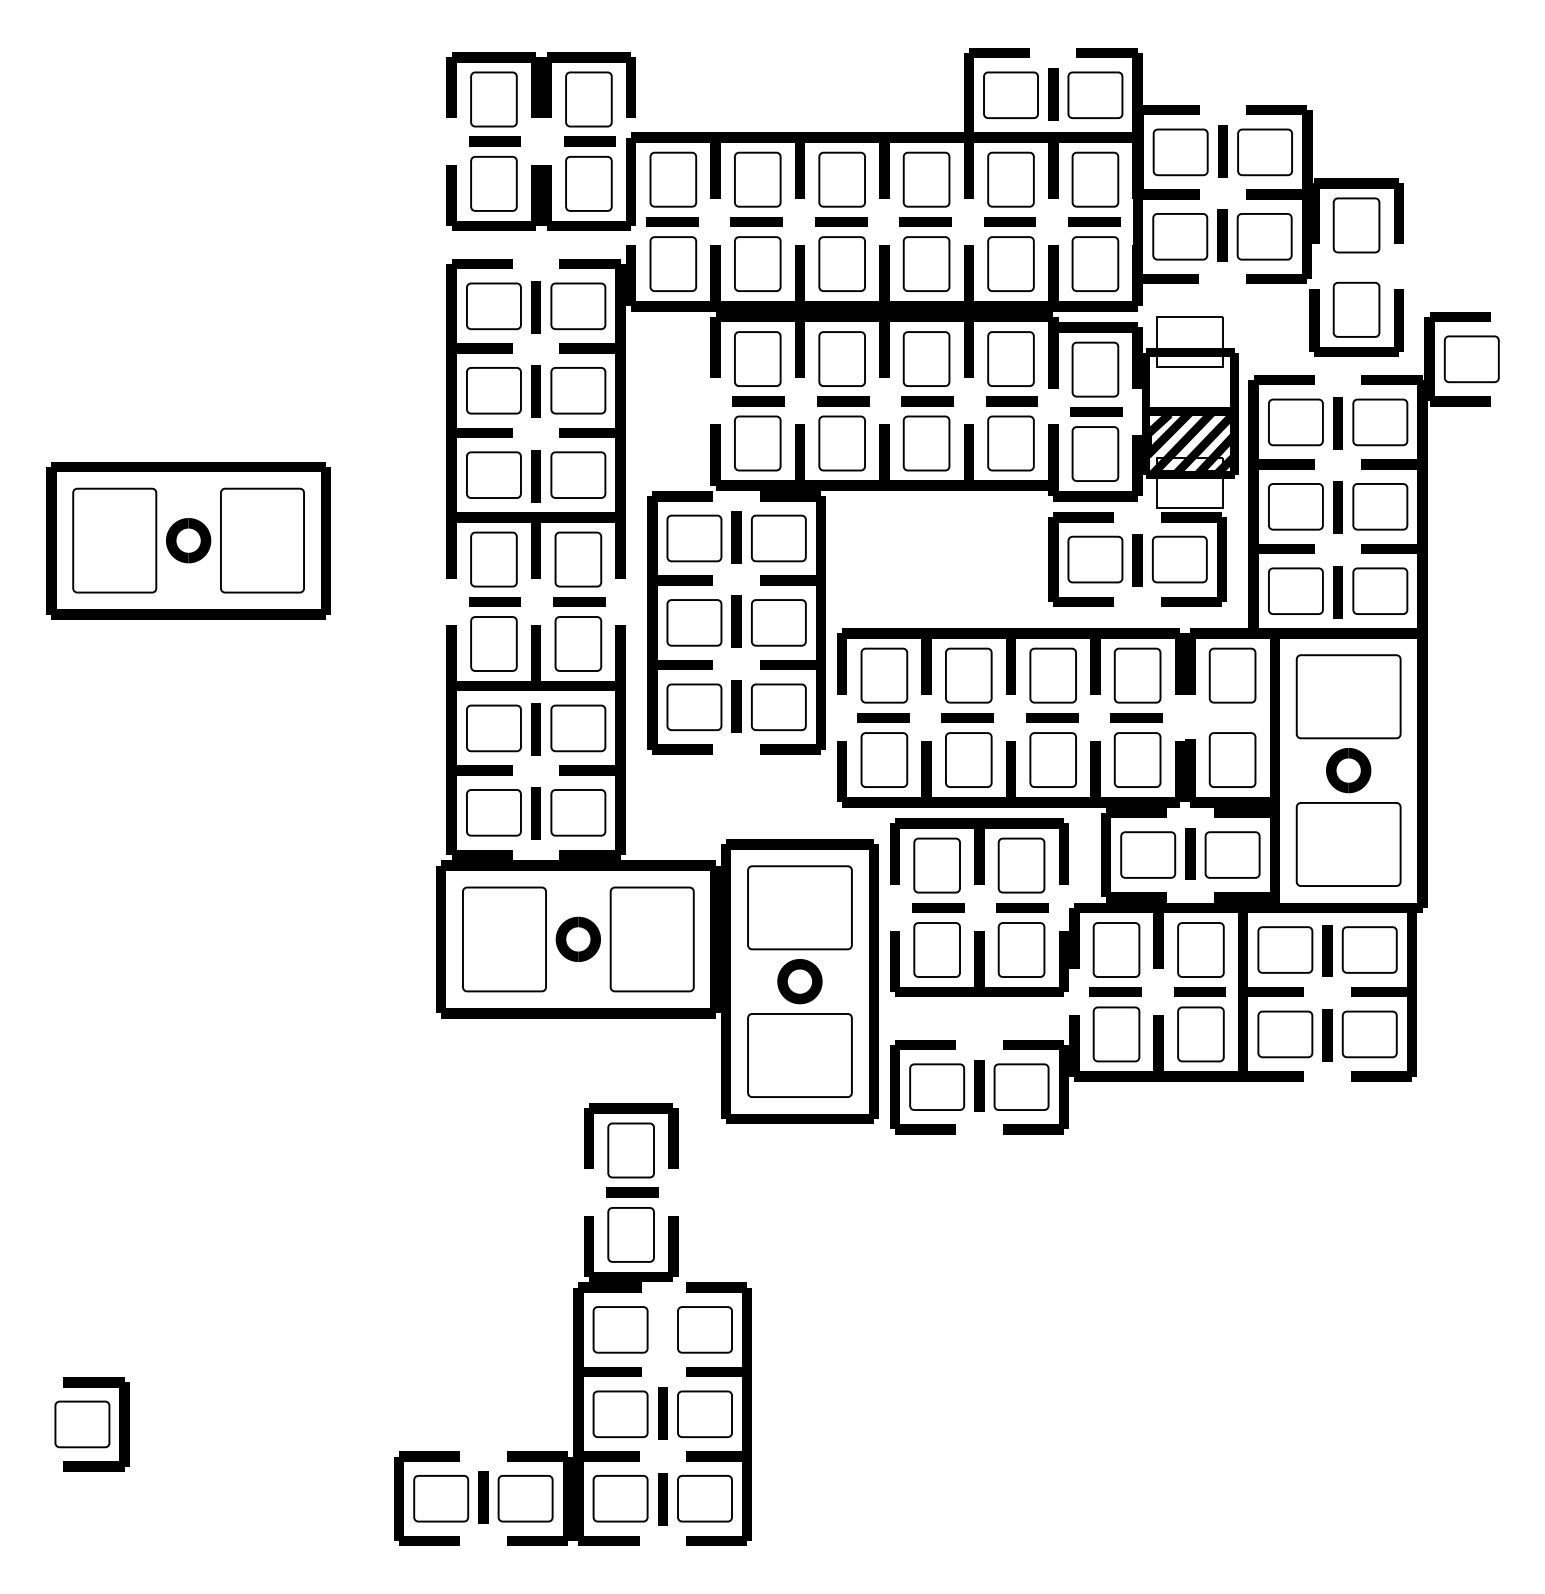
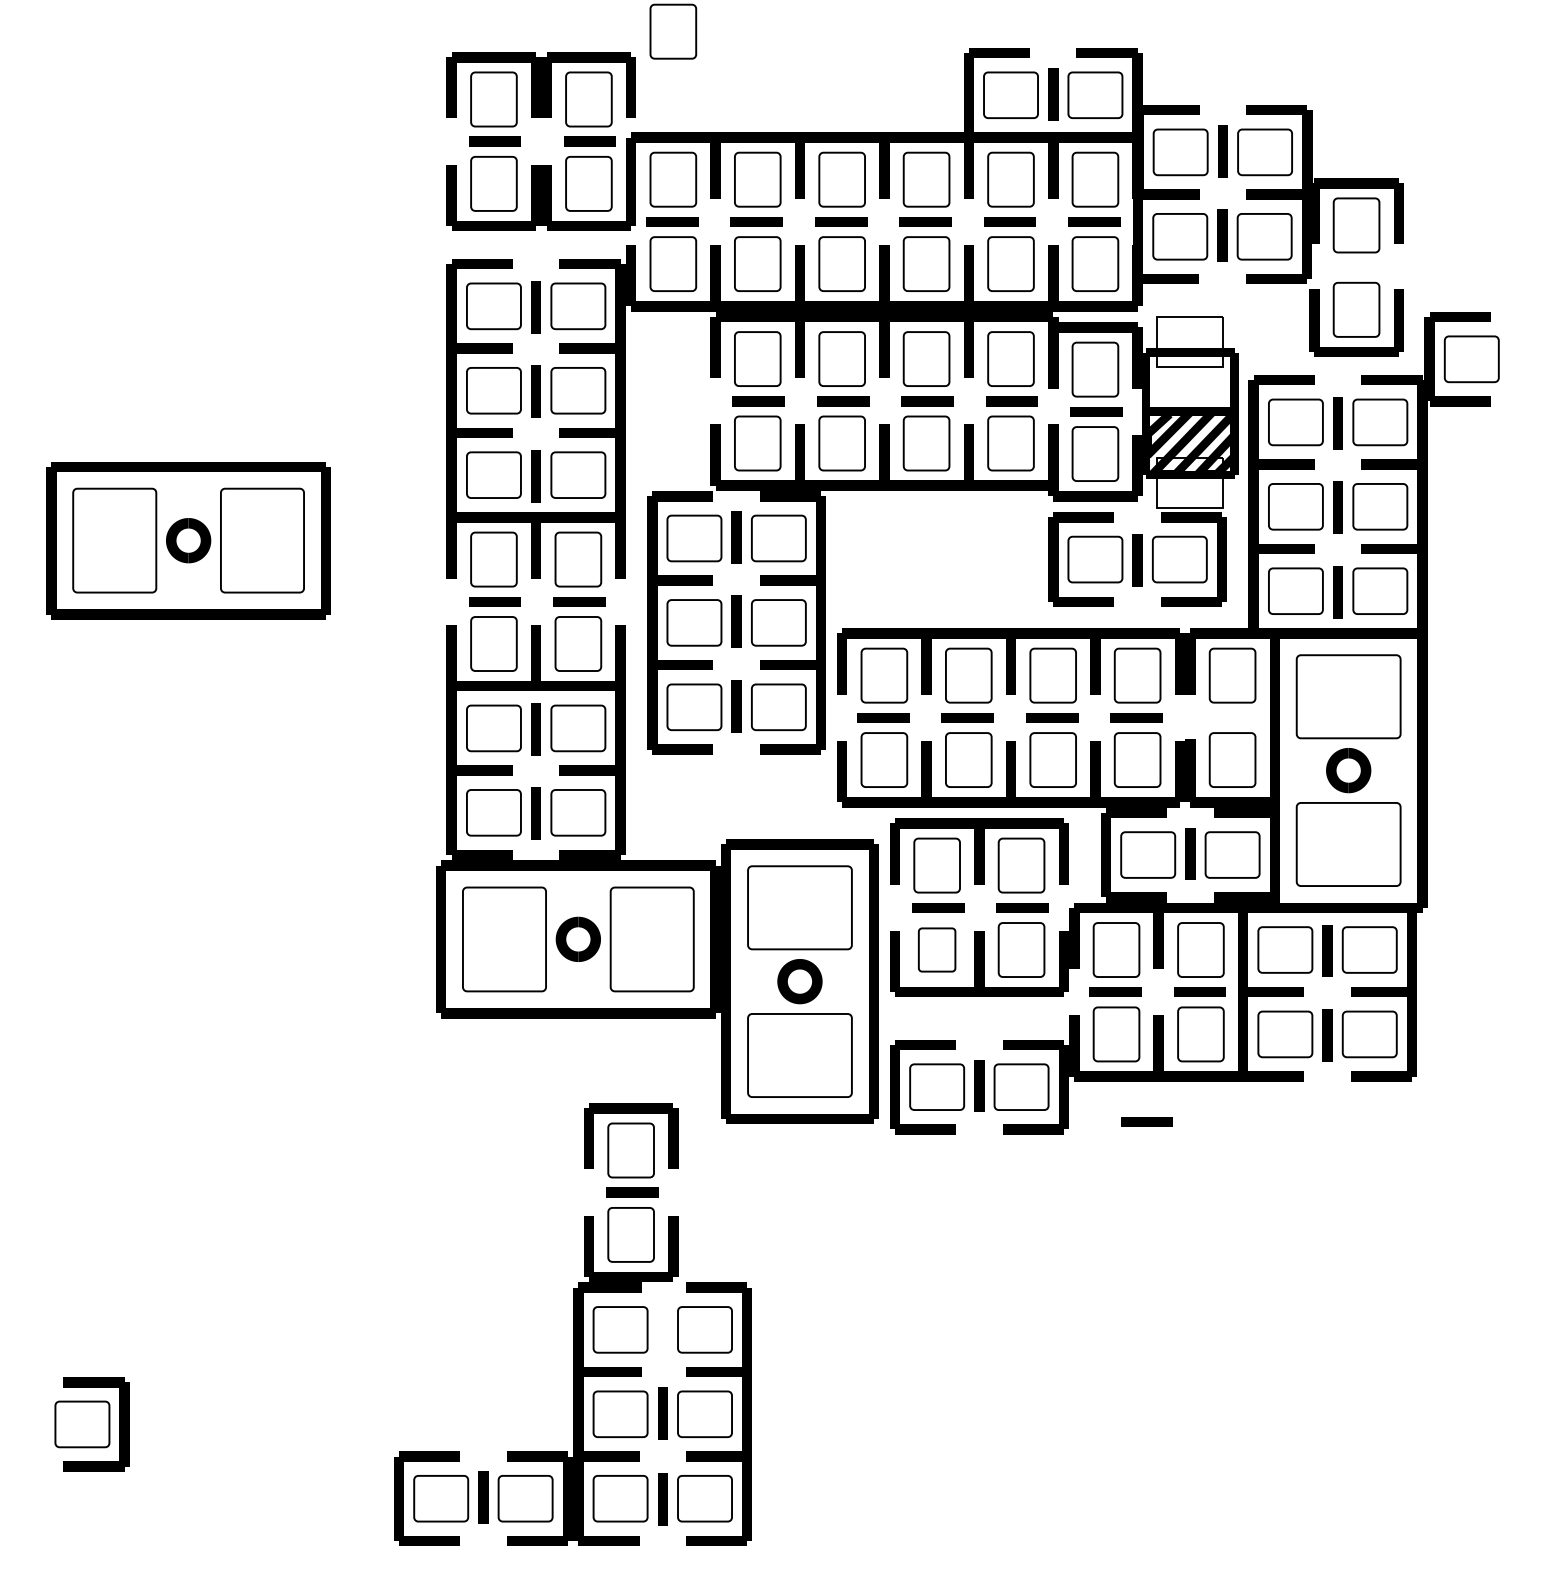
part at (673, 31): none -> present
part at (936, 949) size: 48x56 px -> 39x46 px
line at (1146, 1121): none -> present
